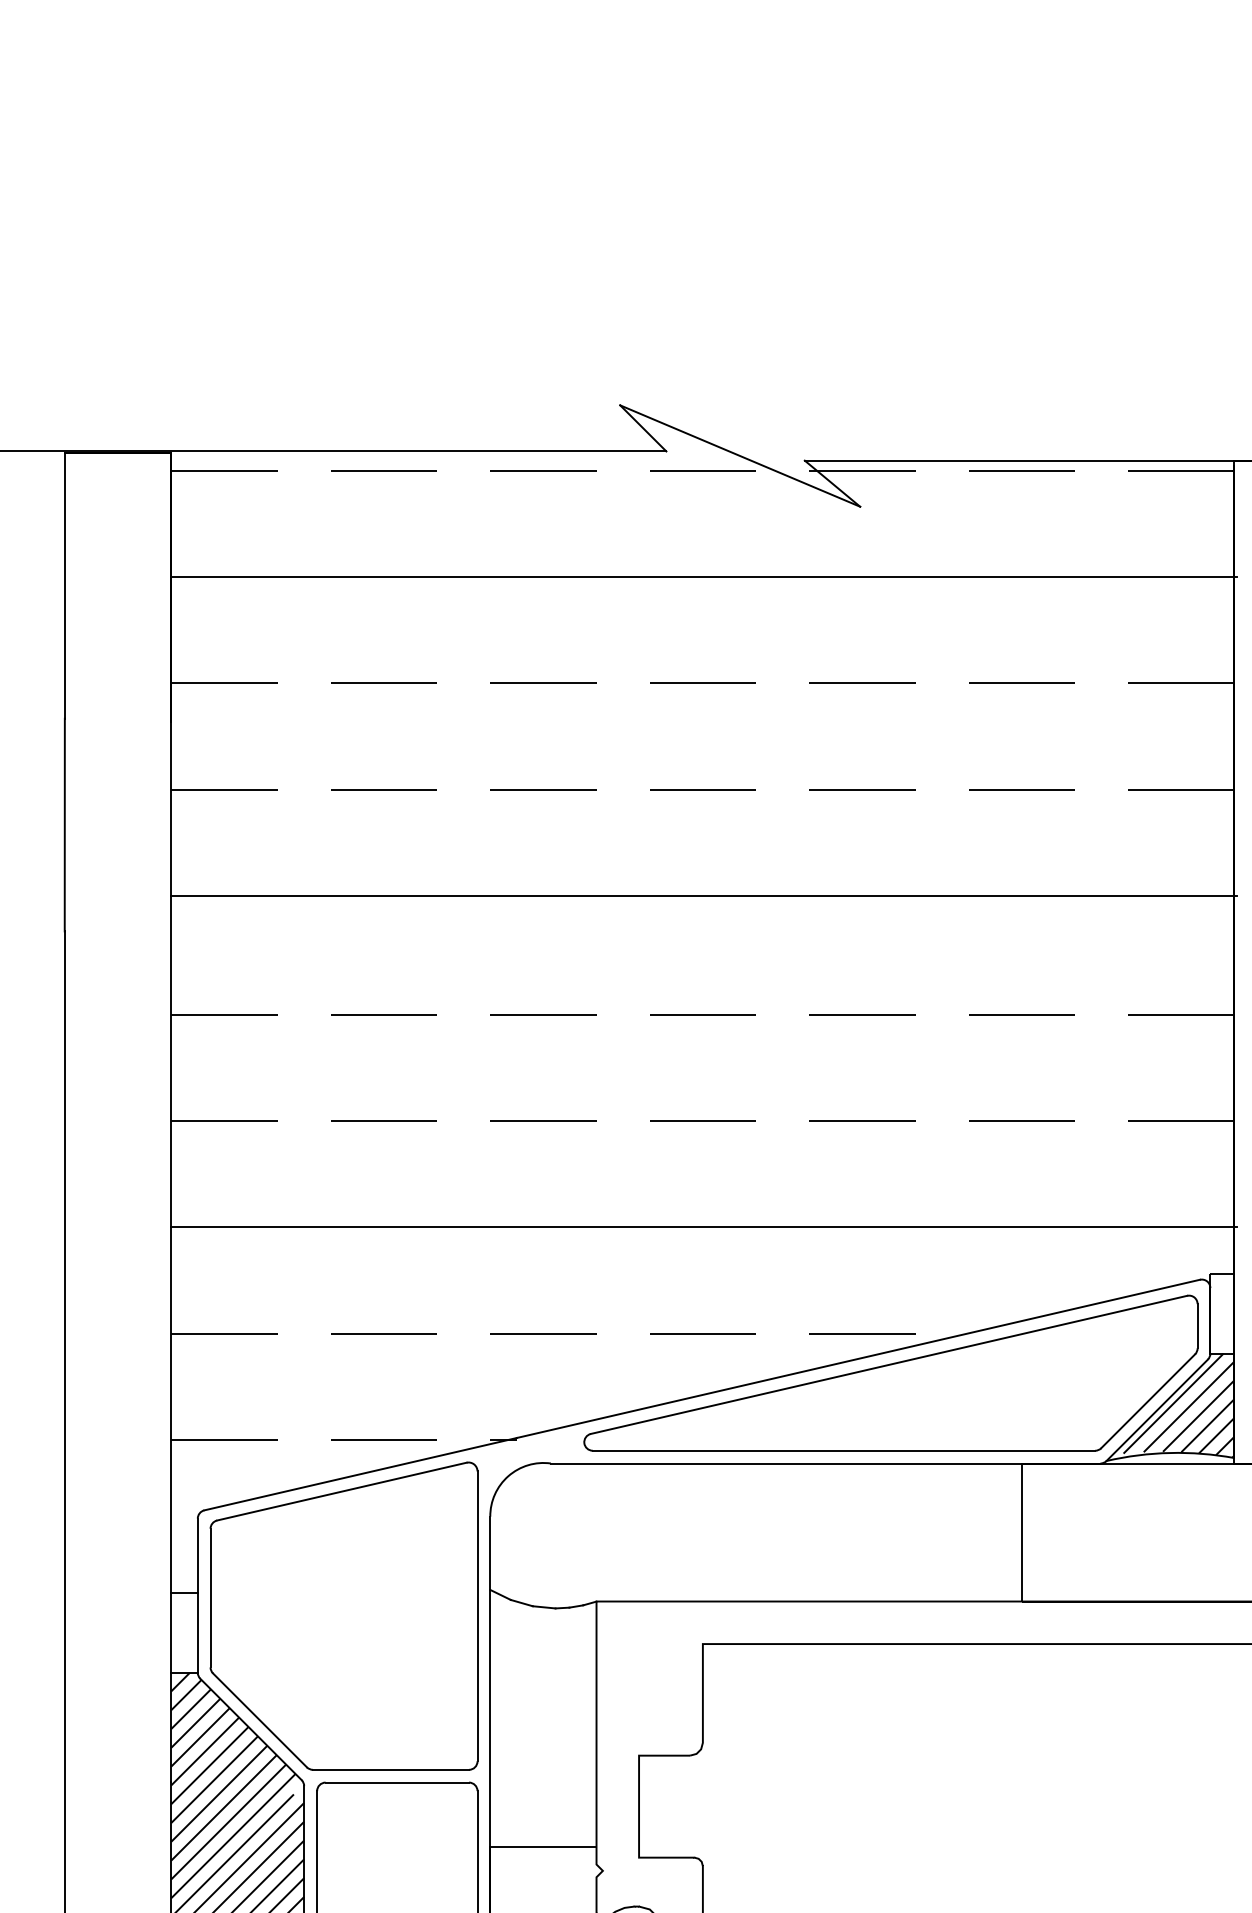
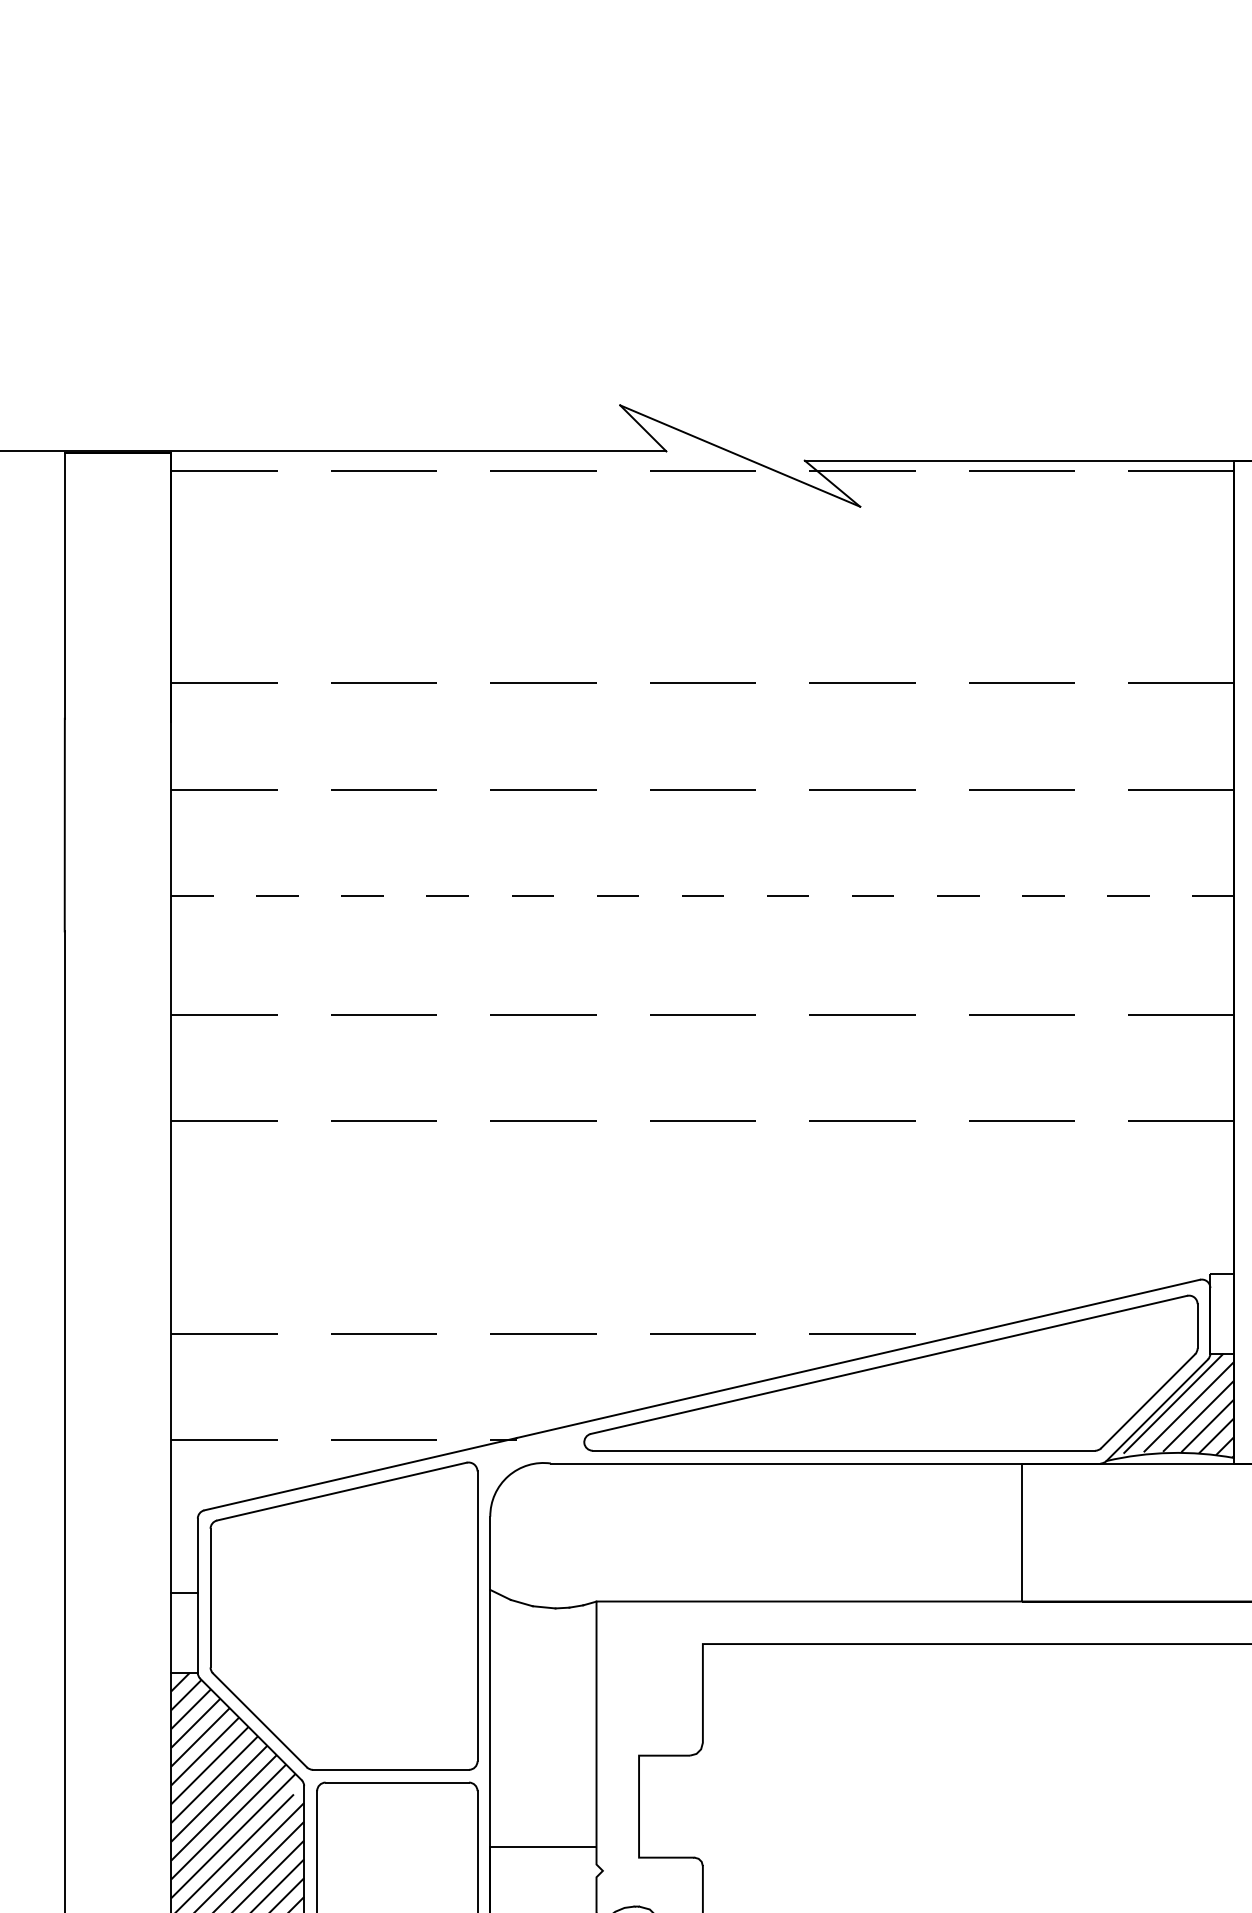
line at (703, 577): present -> none
line at (703, 896): solid -> dashed
line at (703, 1227): present -> none
